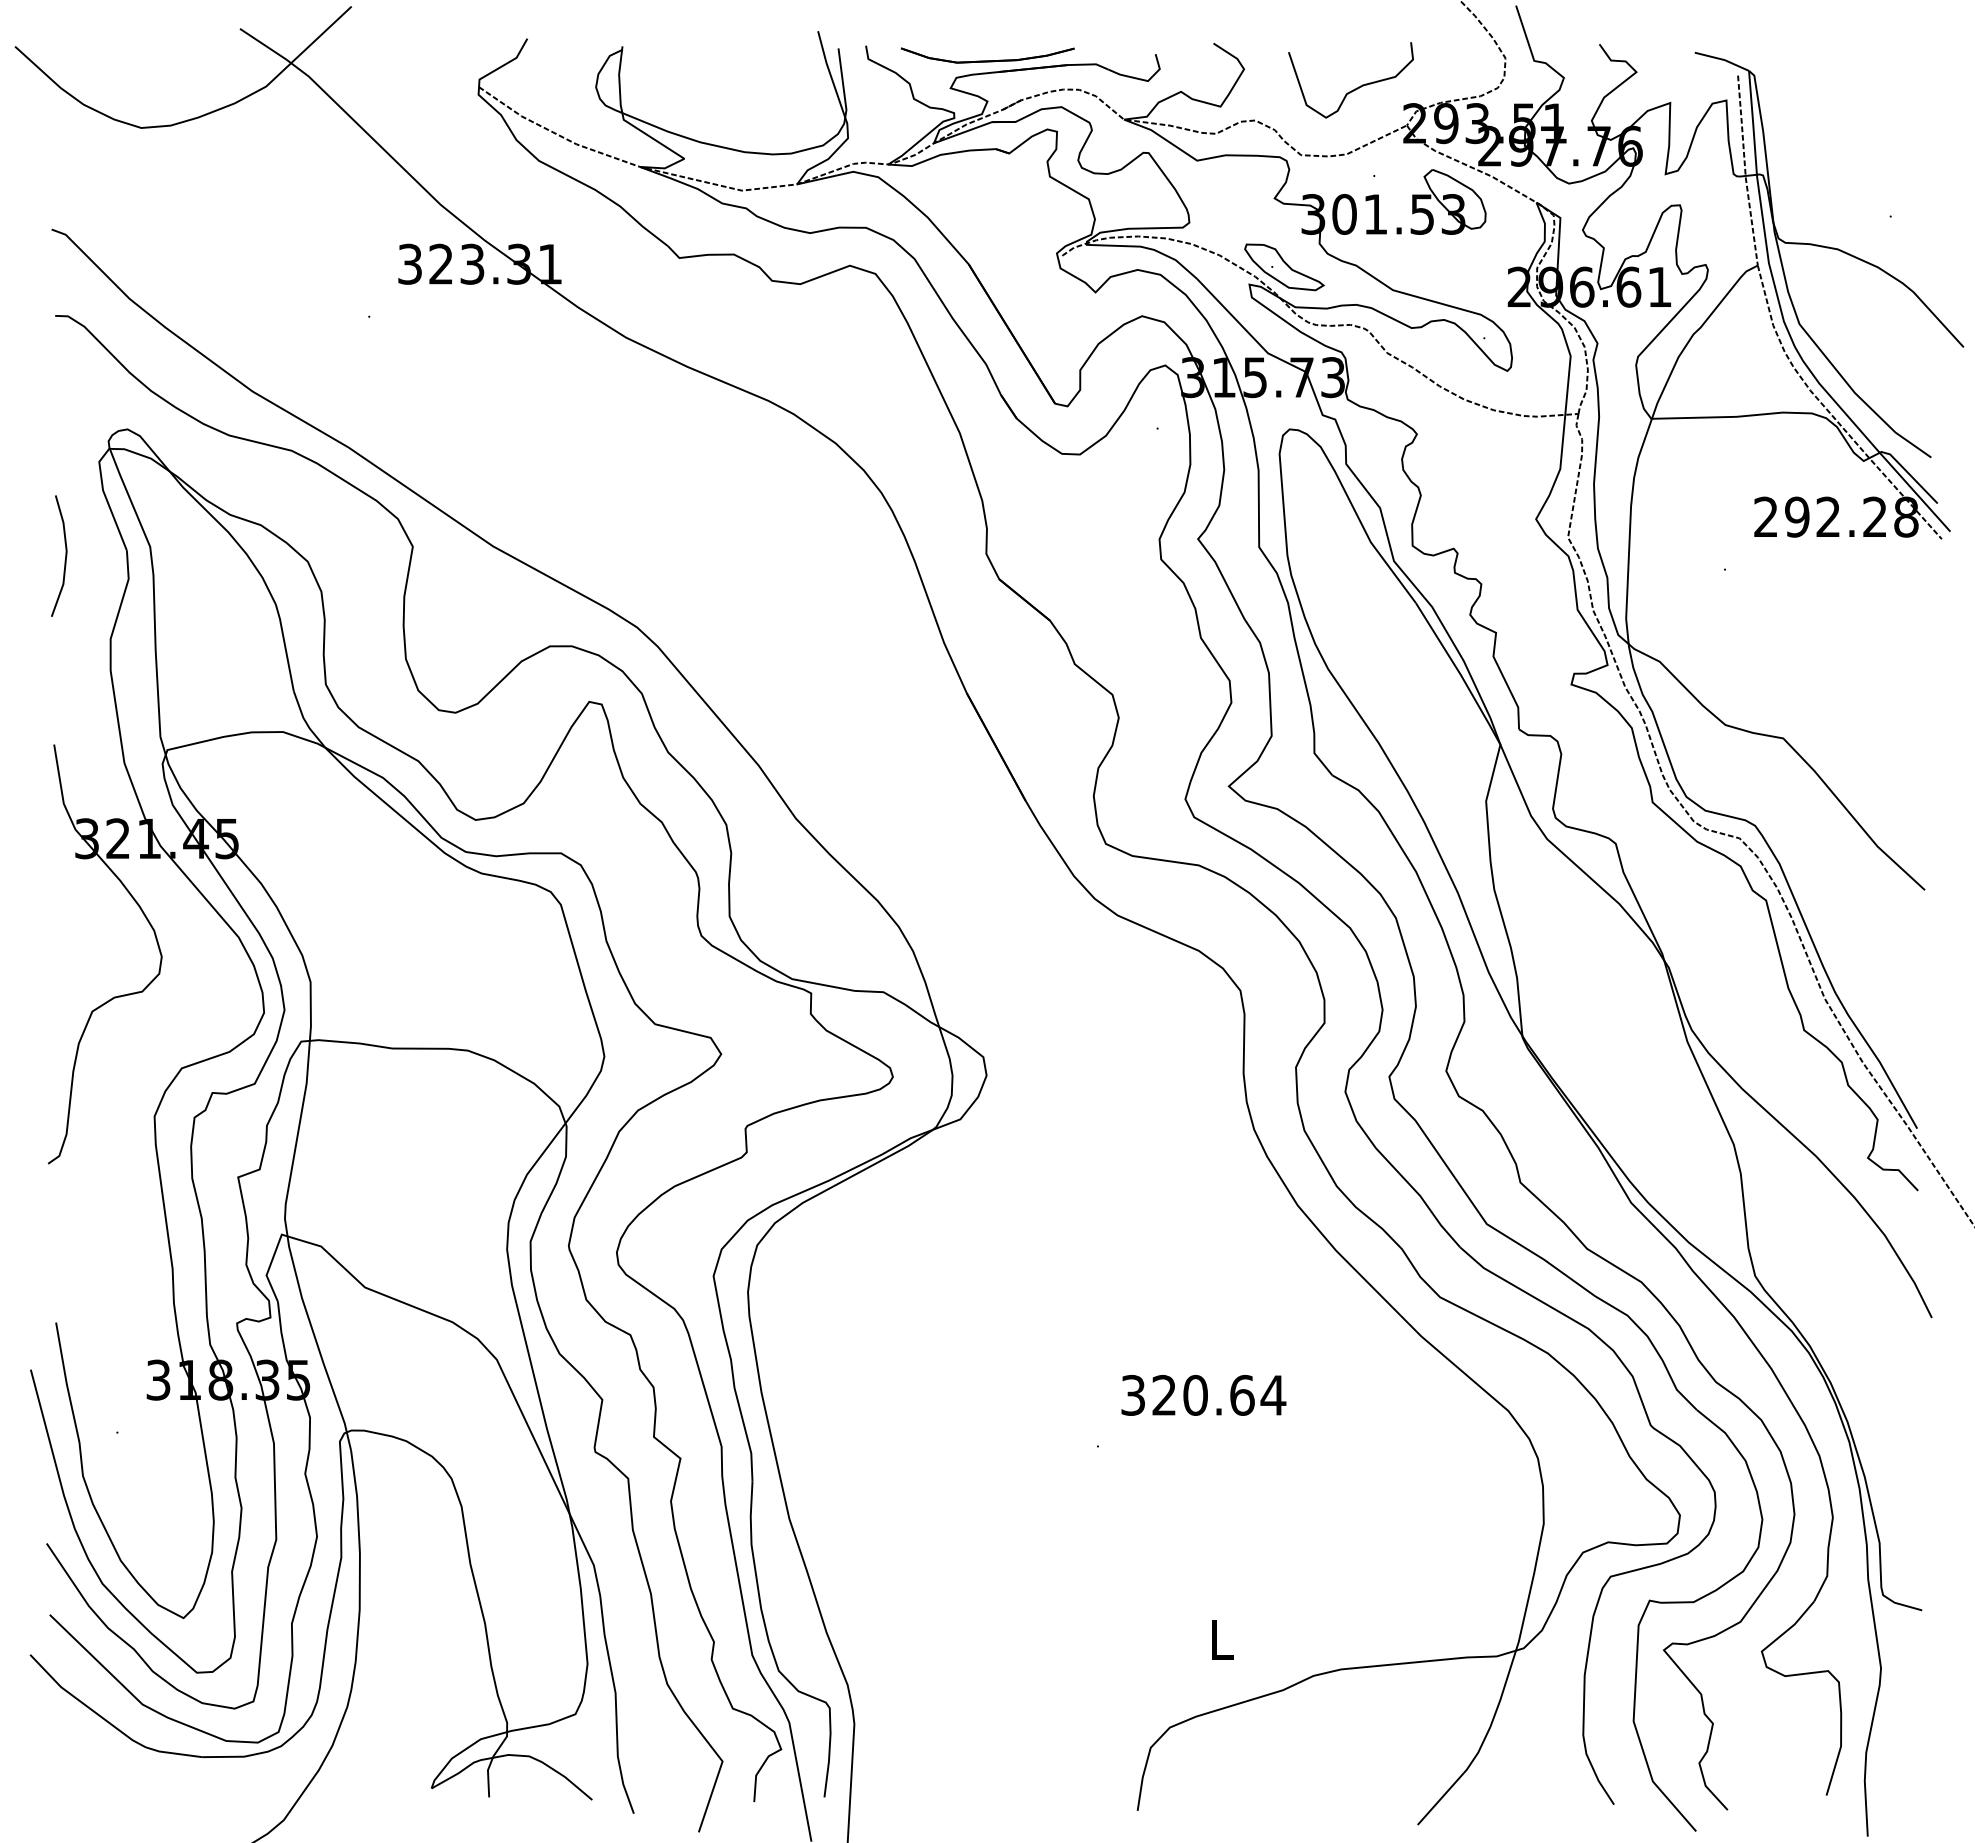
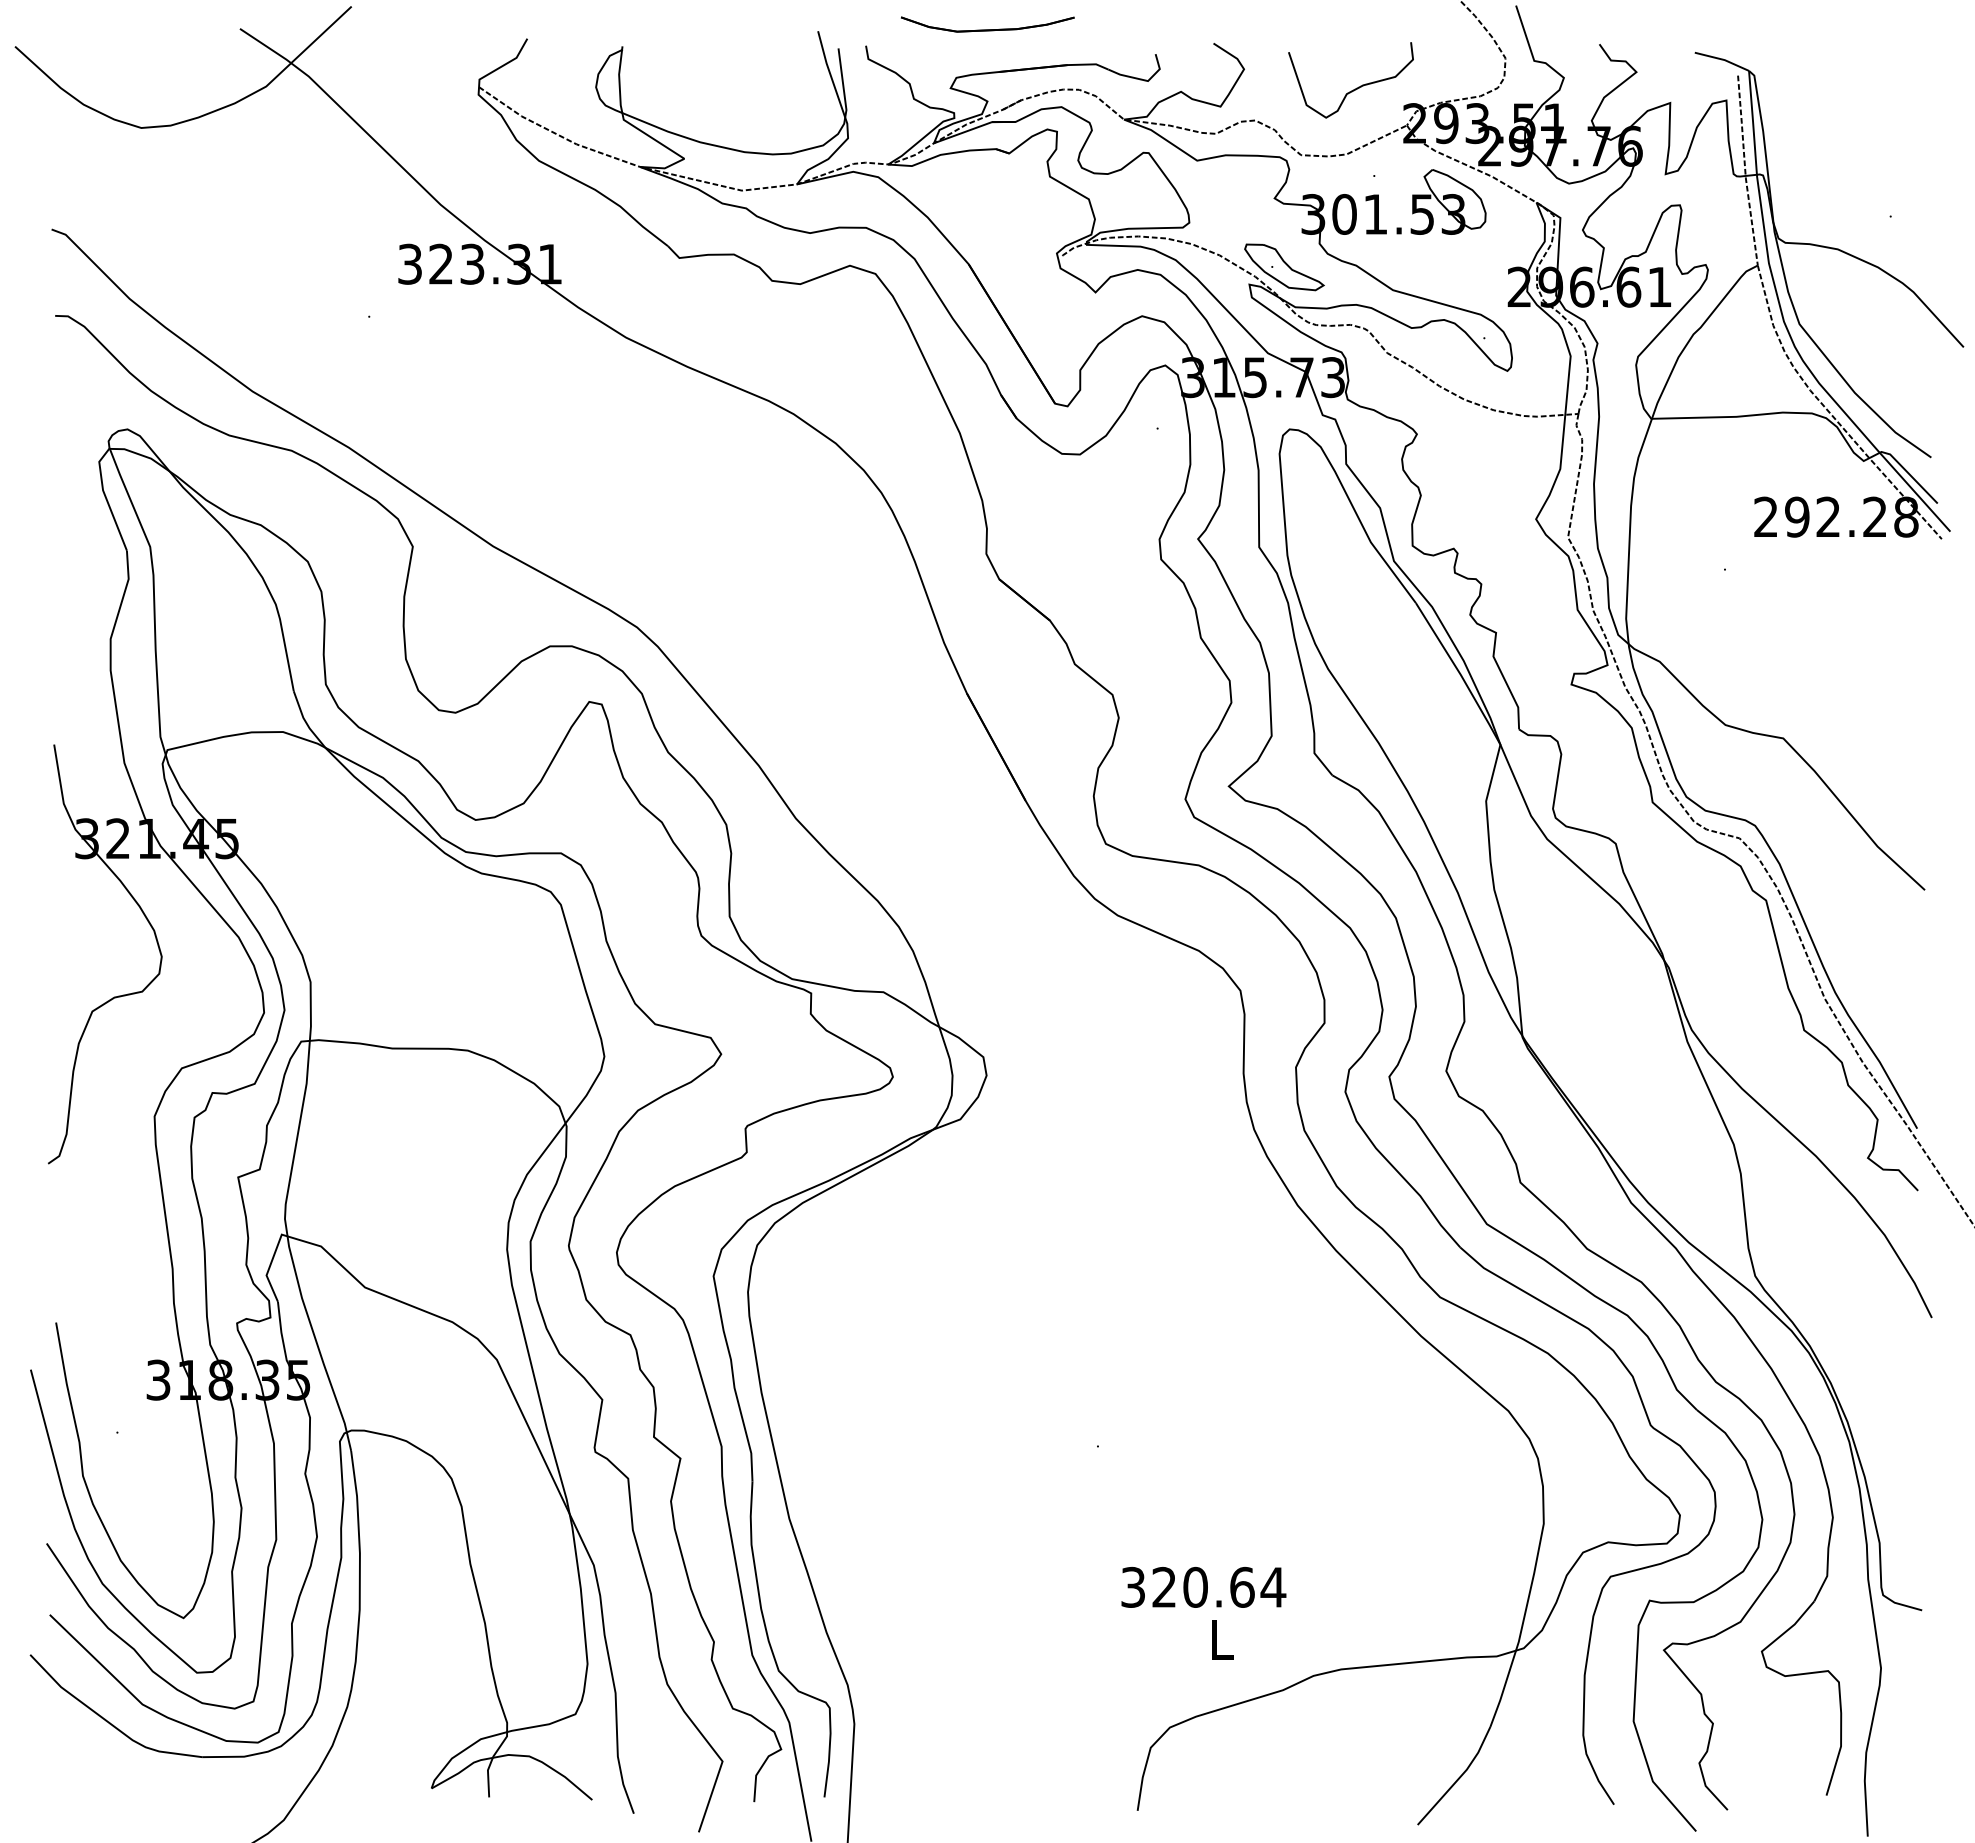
part at (987, 55) position: (987, 55) -> (987, 24)
line at (65, 555): present -> none
text at (1203, 1395) position: (1203, 1395) -> (1203, 1587)
